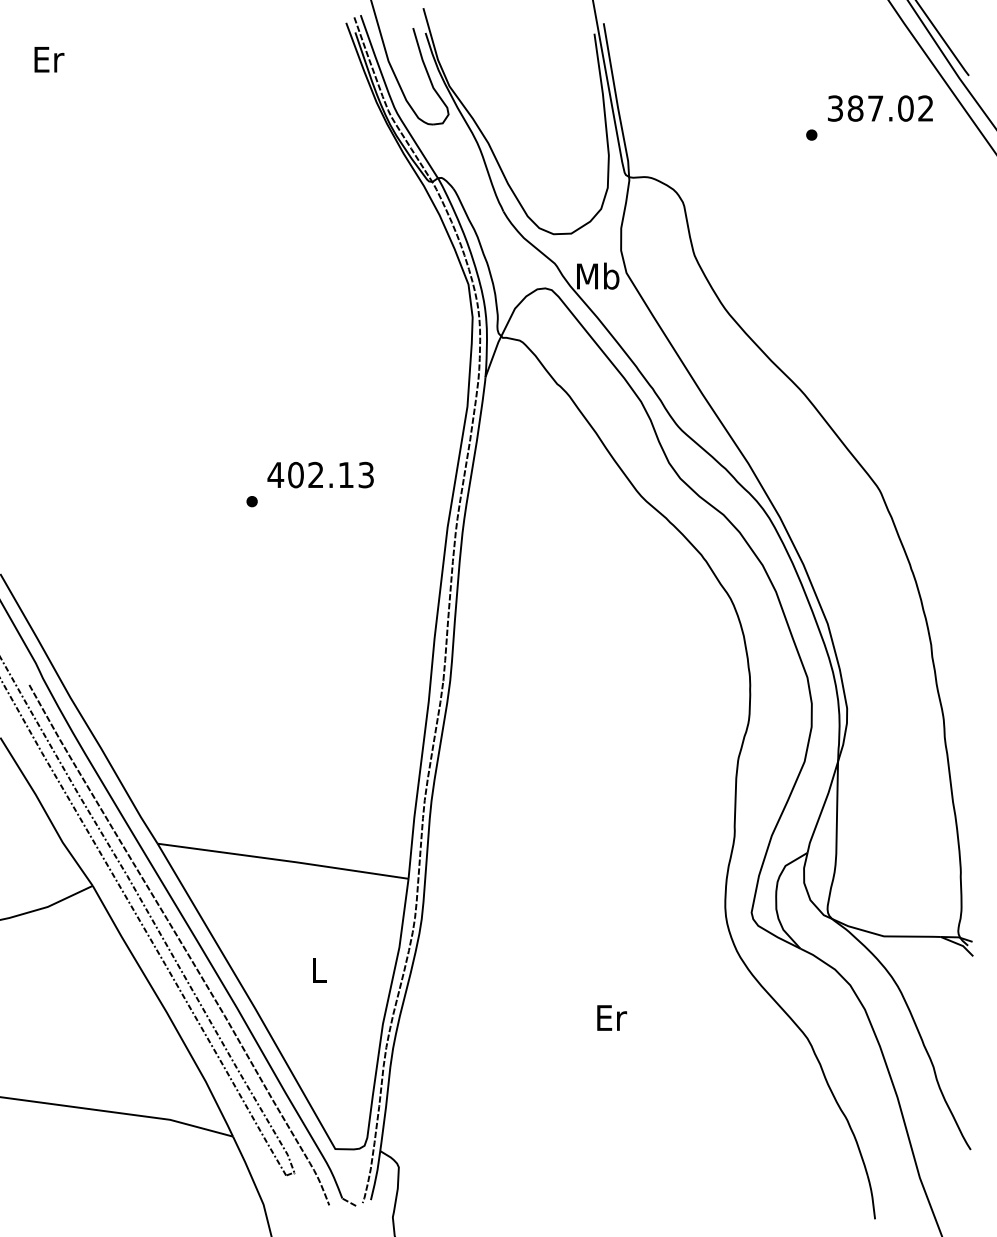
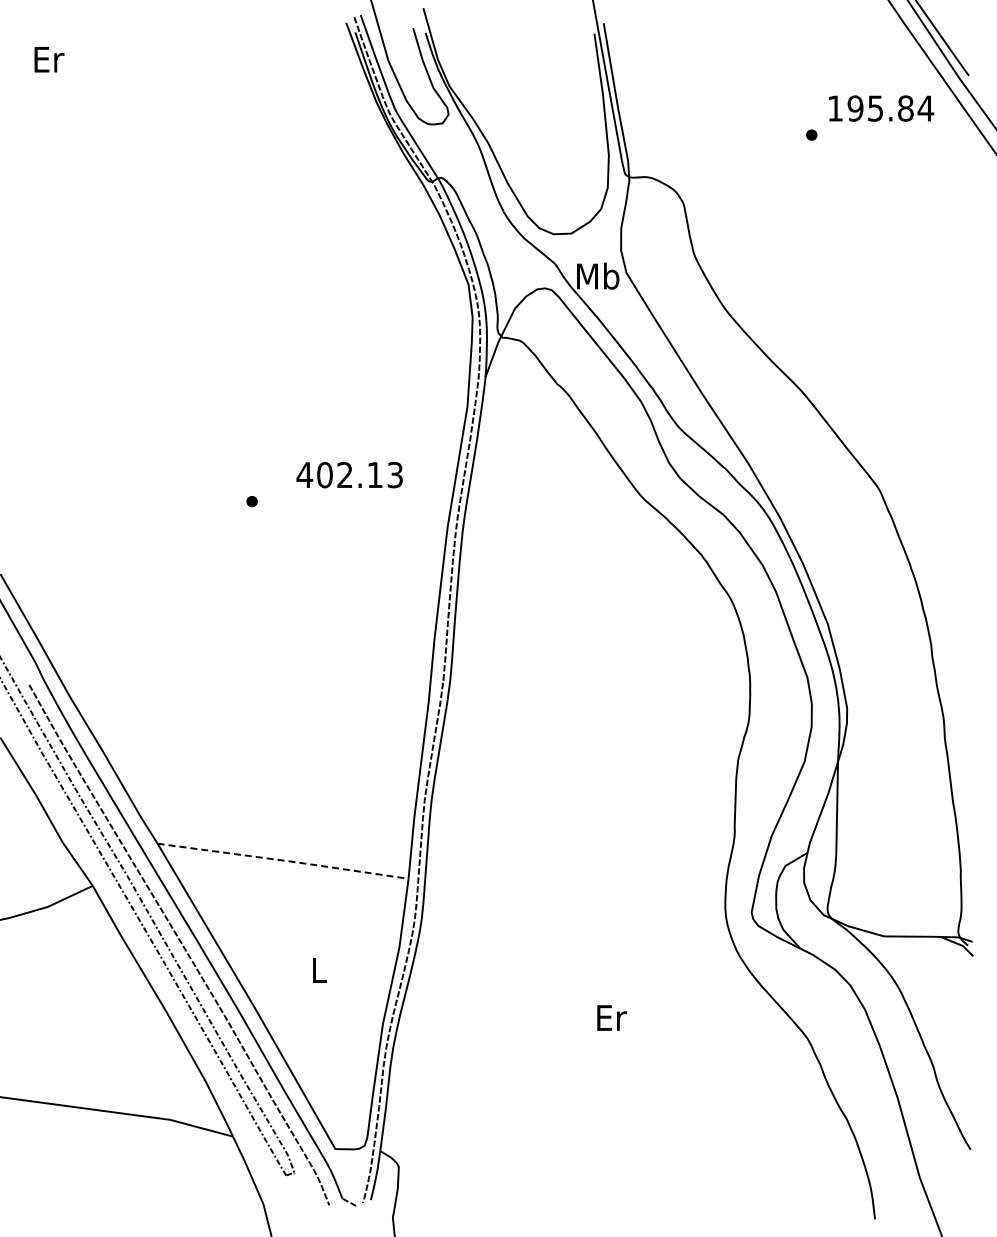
text at (881, 108): 387.02 -> 195.84
text at (320, 474) position: (320, 474) -> (349, 474)
line at (283, 860): solid -> dashed
